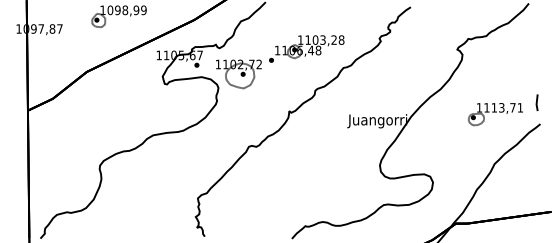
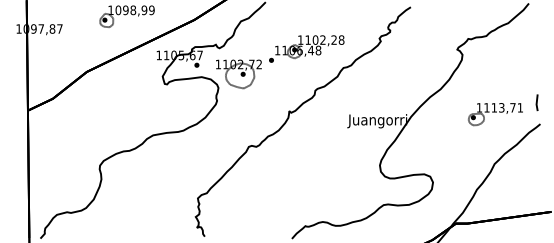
part at (118, 16) position: (118, 16) -> (126, 16)
text at (322, 39): 1103,28 -> 1102,28
